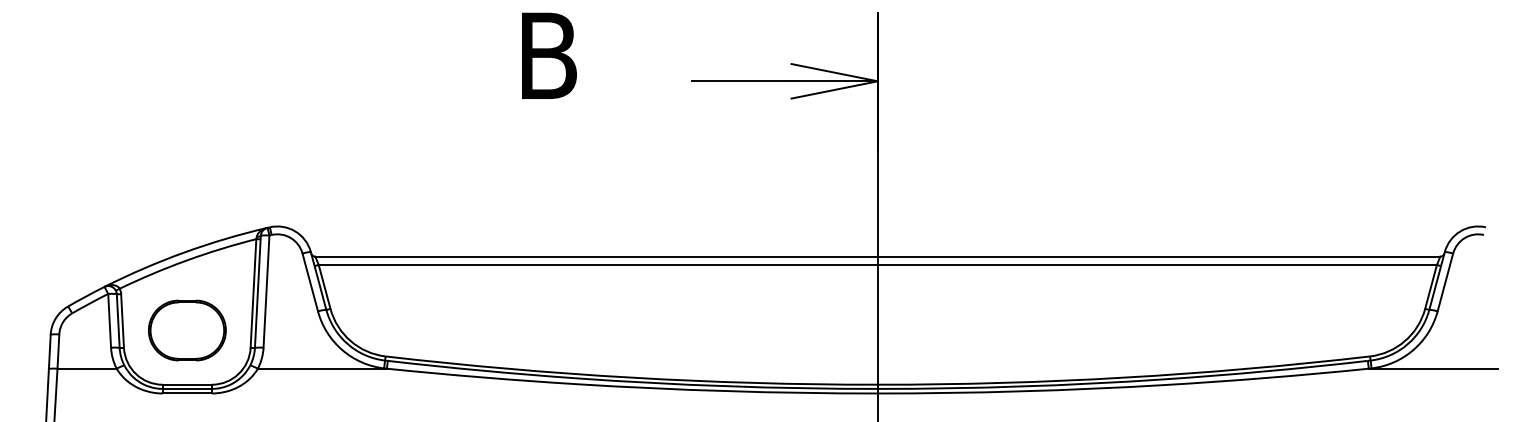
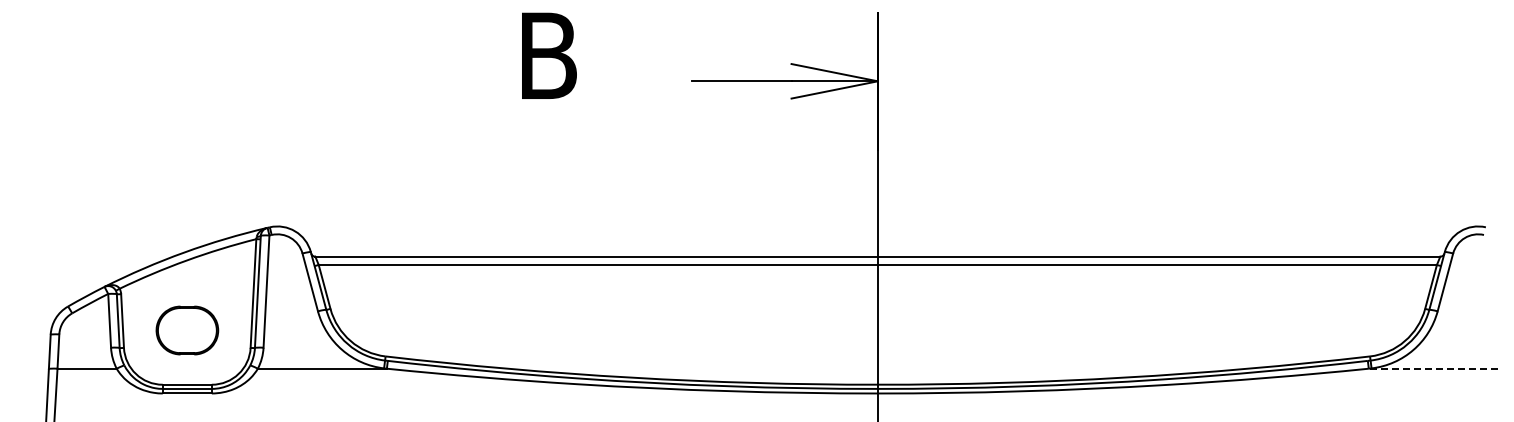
part at (187, 330) size: 79x63 px -> 65x51 px
line at (1433, 368): solid -> dashed
